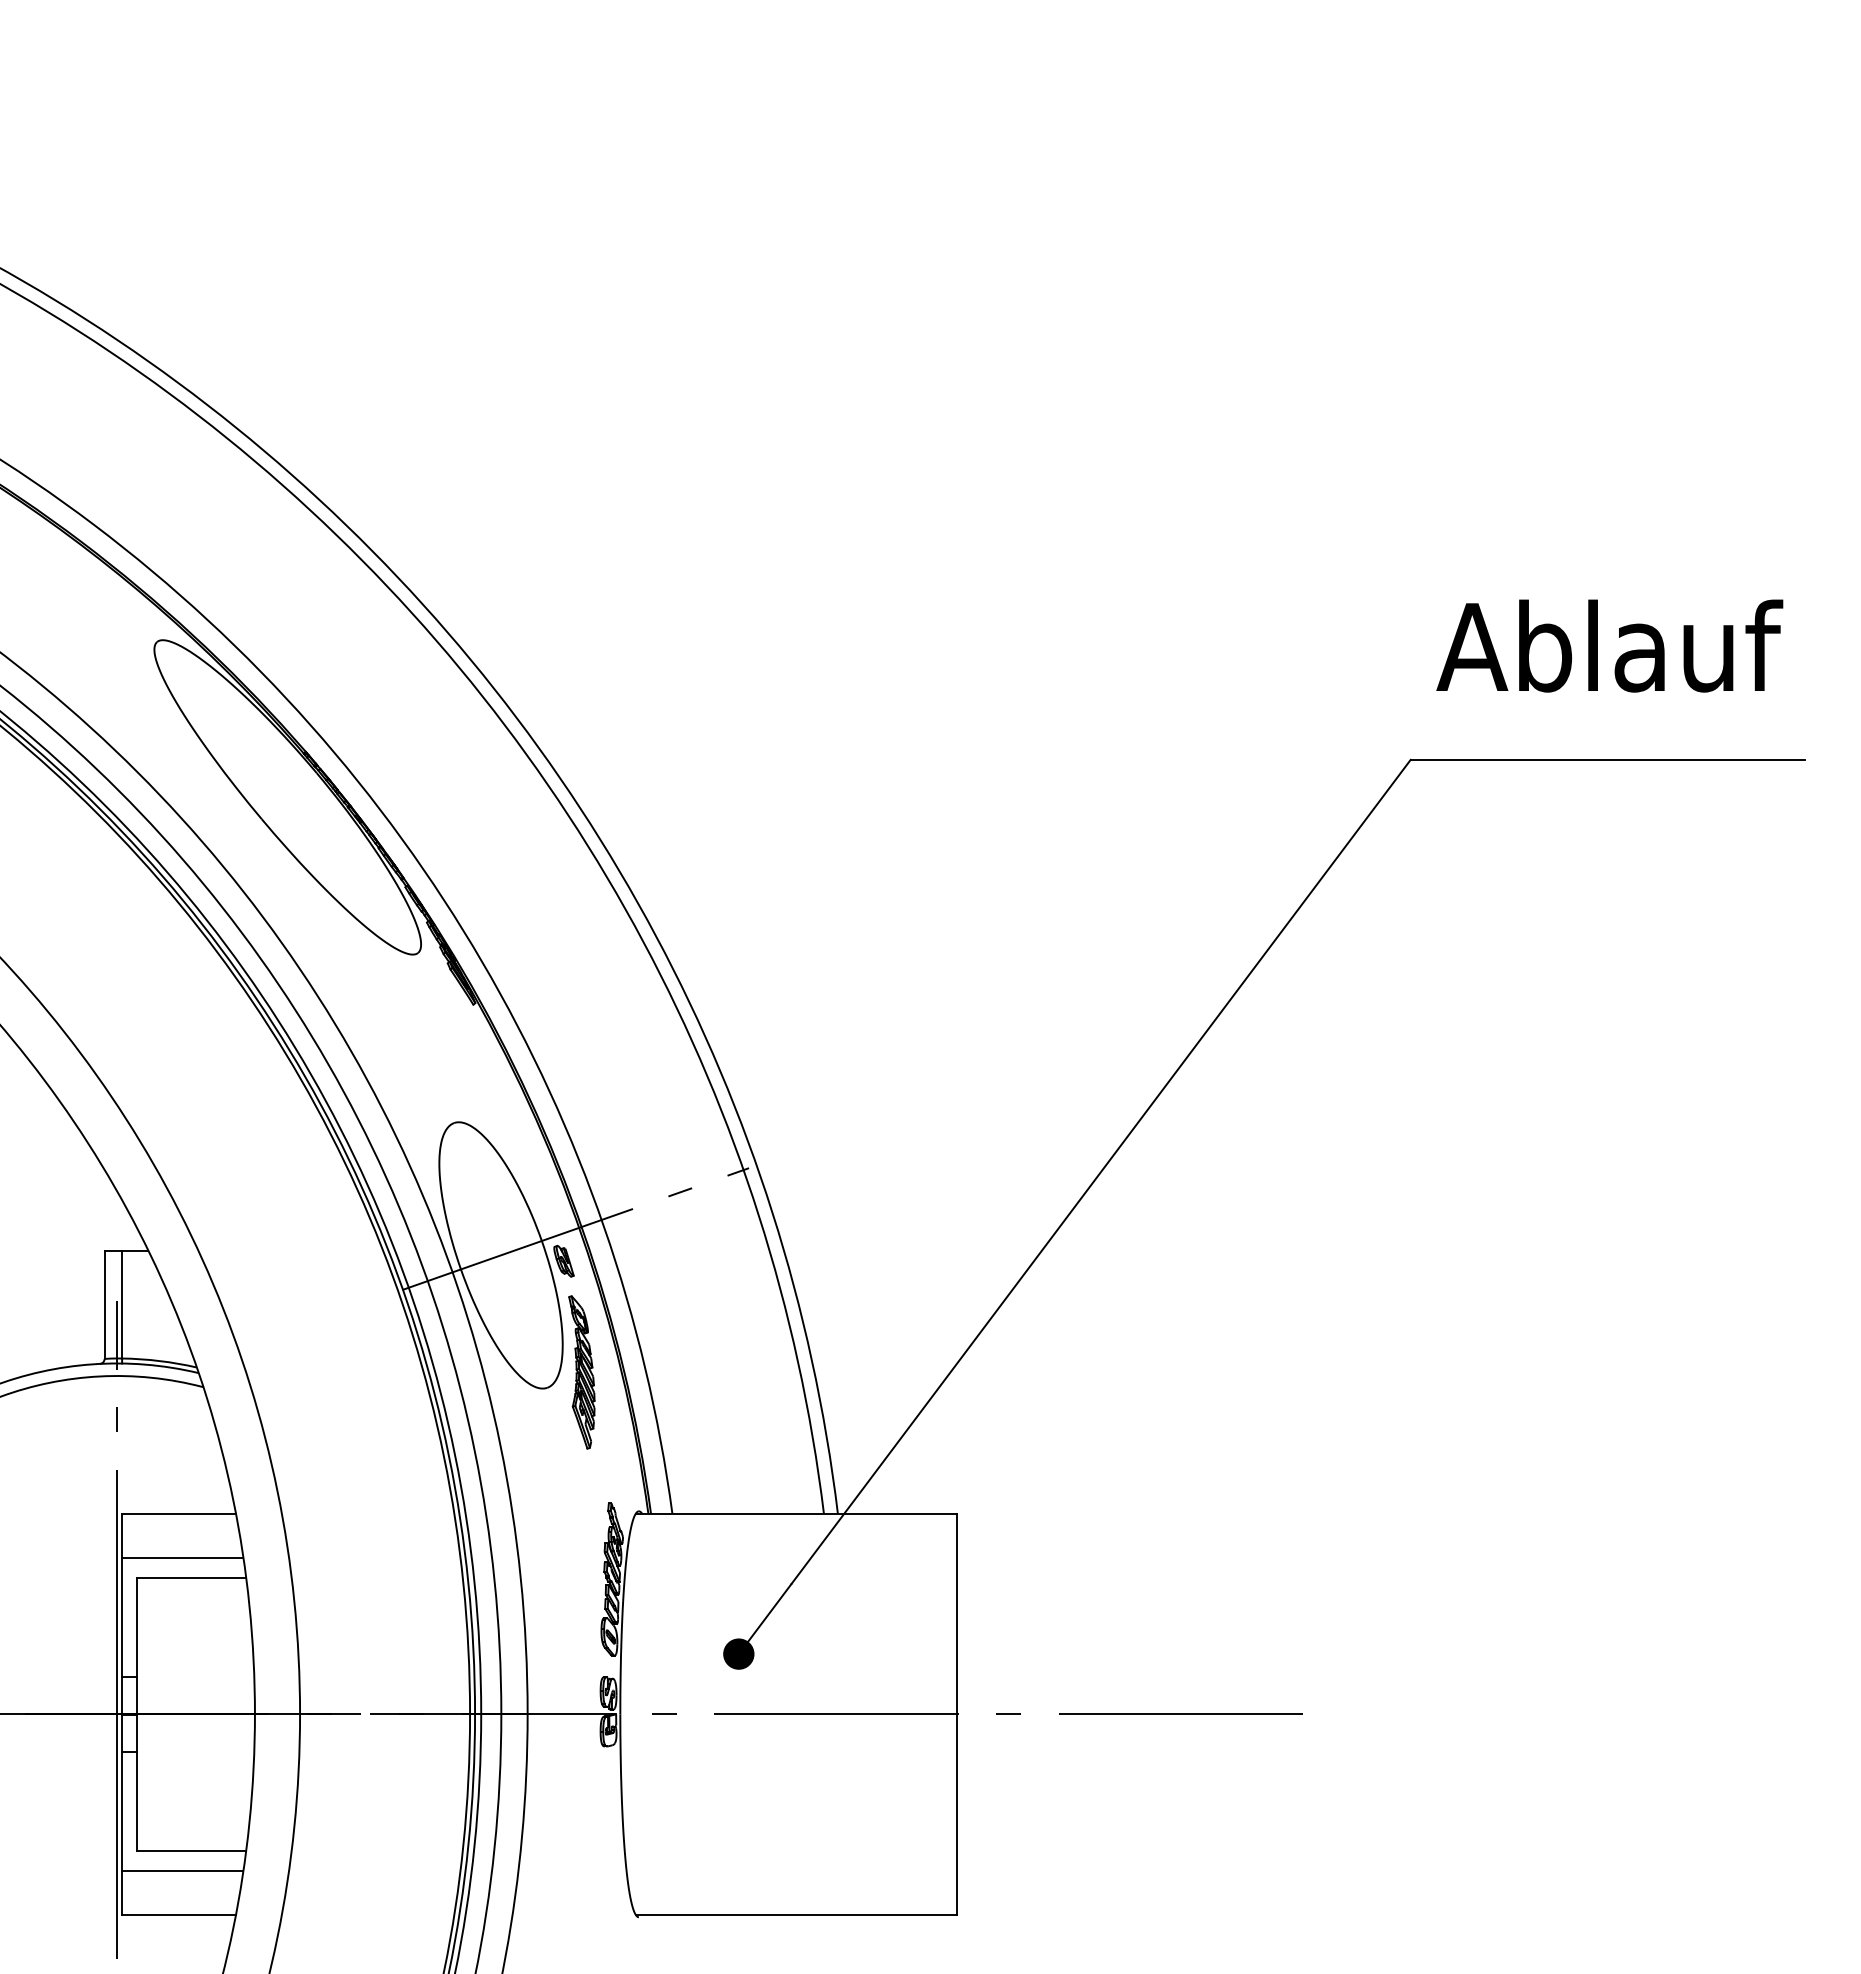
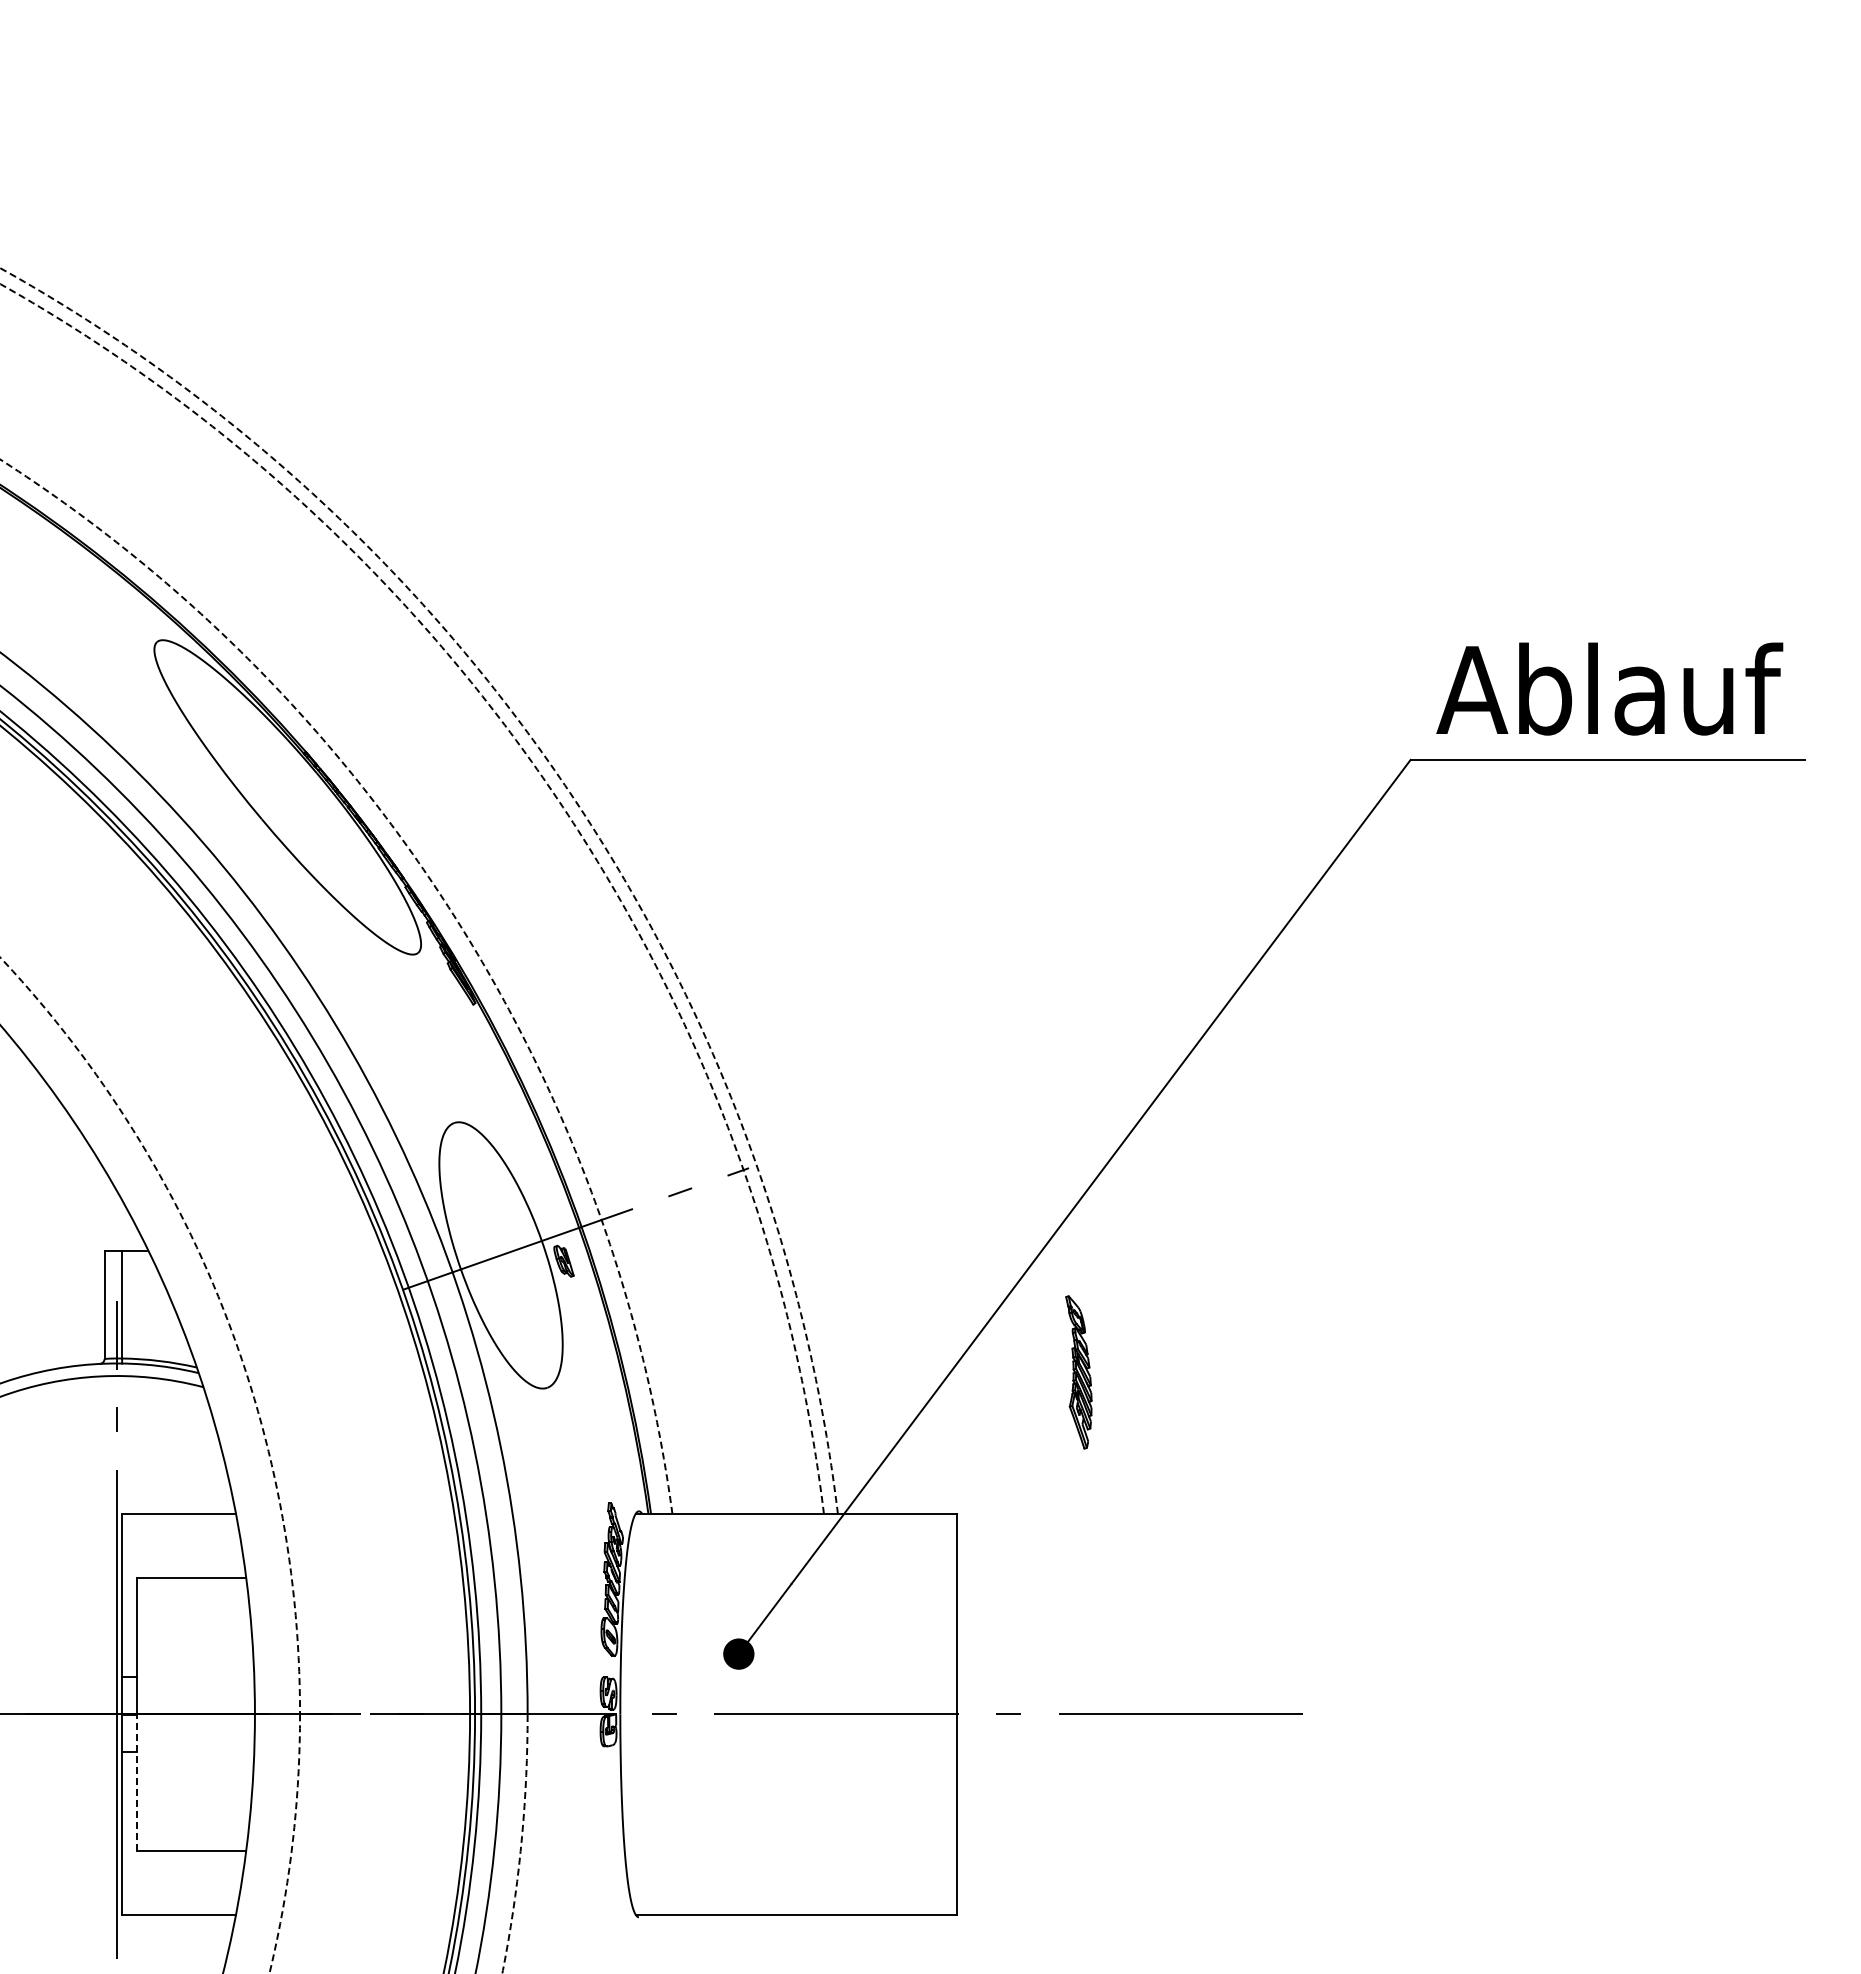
text at (1609, 645) position: (1609, 645) -> (1609, 688)
arc at (570, 793): solid -> dashed
arc at (557, 799): solid -> dashed
arc at (451, 912): solid -> dashed
part at (581, 1372) position: (581, 1372) -> (1078, 1372)
circle at (150, 1465): solid -> dashed
line at (182, 1557): present -> none
line at (137, 1782): solid -> dashed
arc at (521, 1844): solid -> dashed
line at (182, 1870): present -> none
